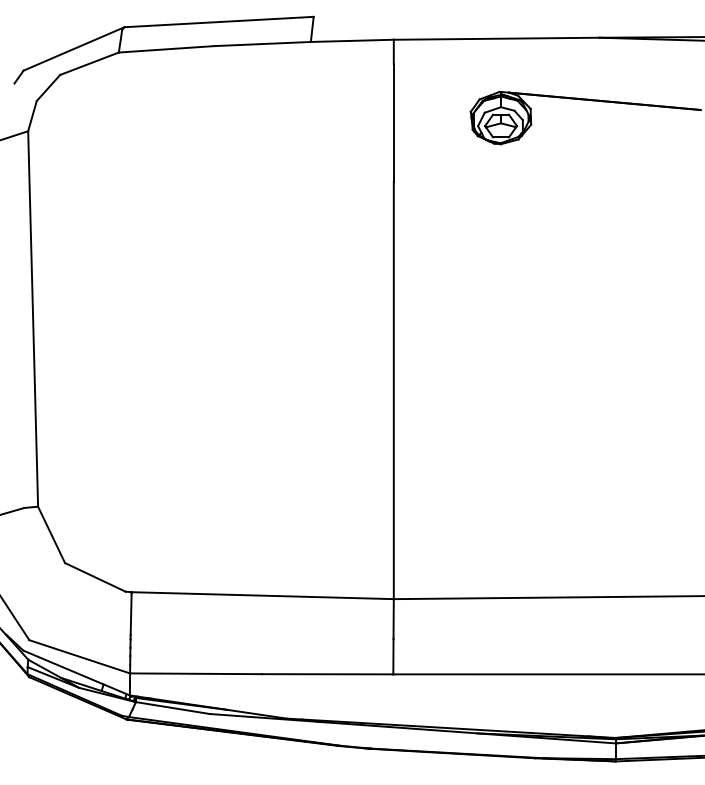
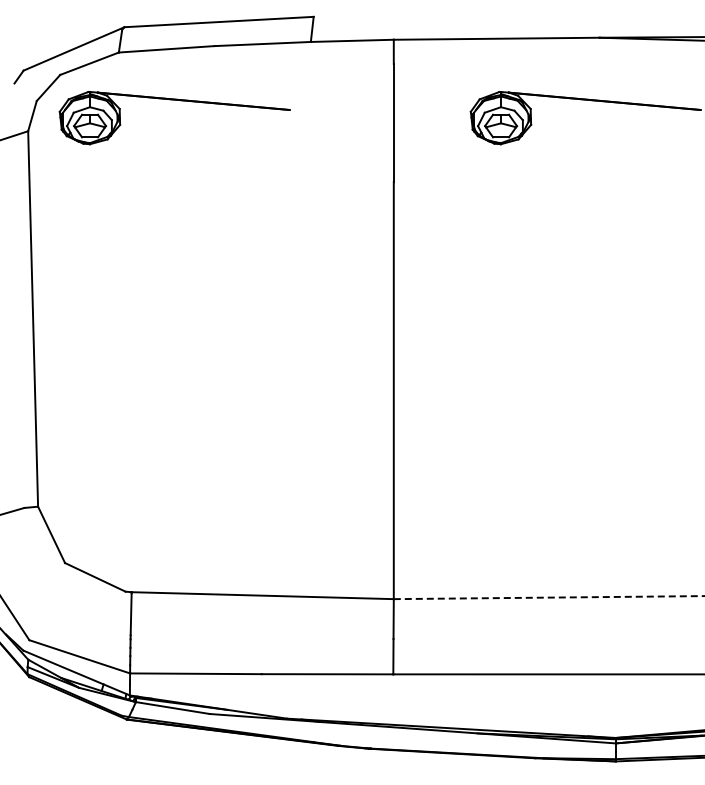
part at (174, 100): none -> present
line at (549, 597): solid -> dashed
